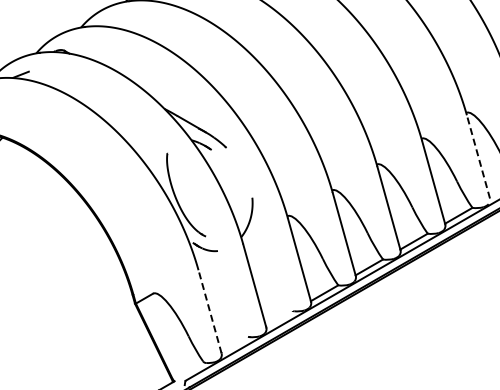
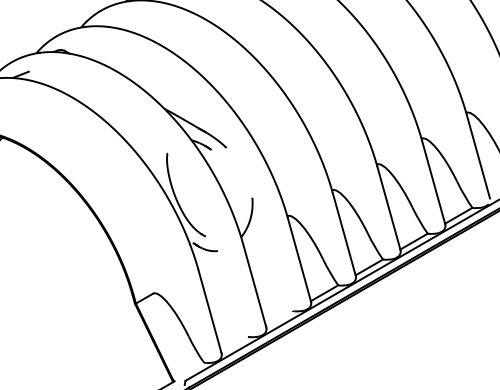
line at (478, 156): dashed -> solid
line at (209, 311): dashed -> solid
